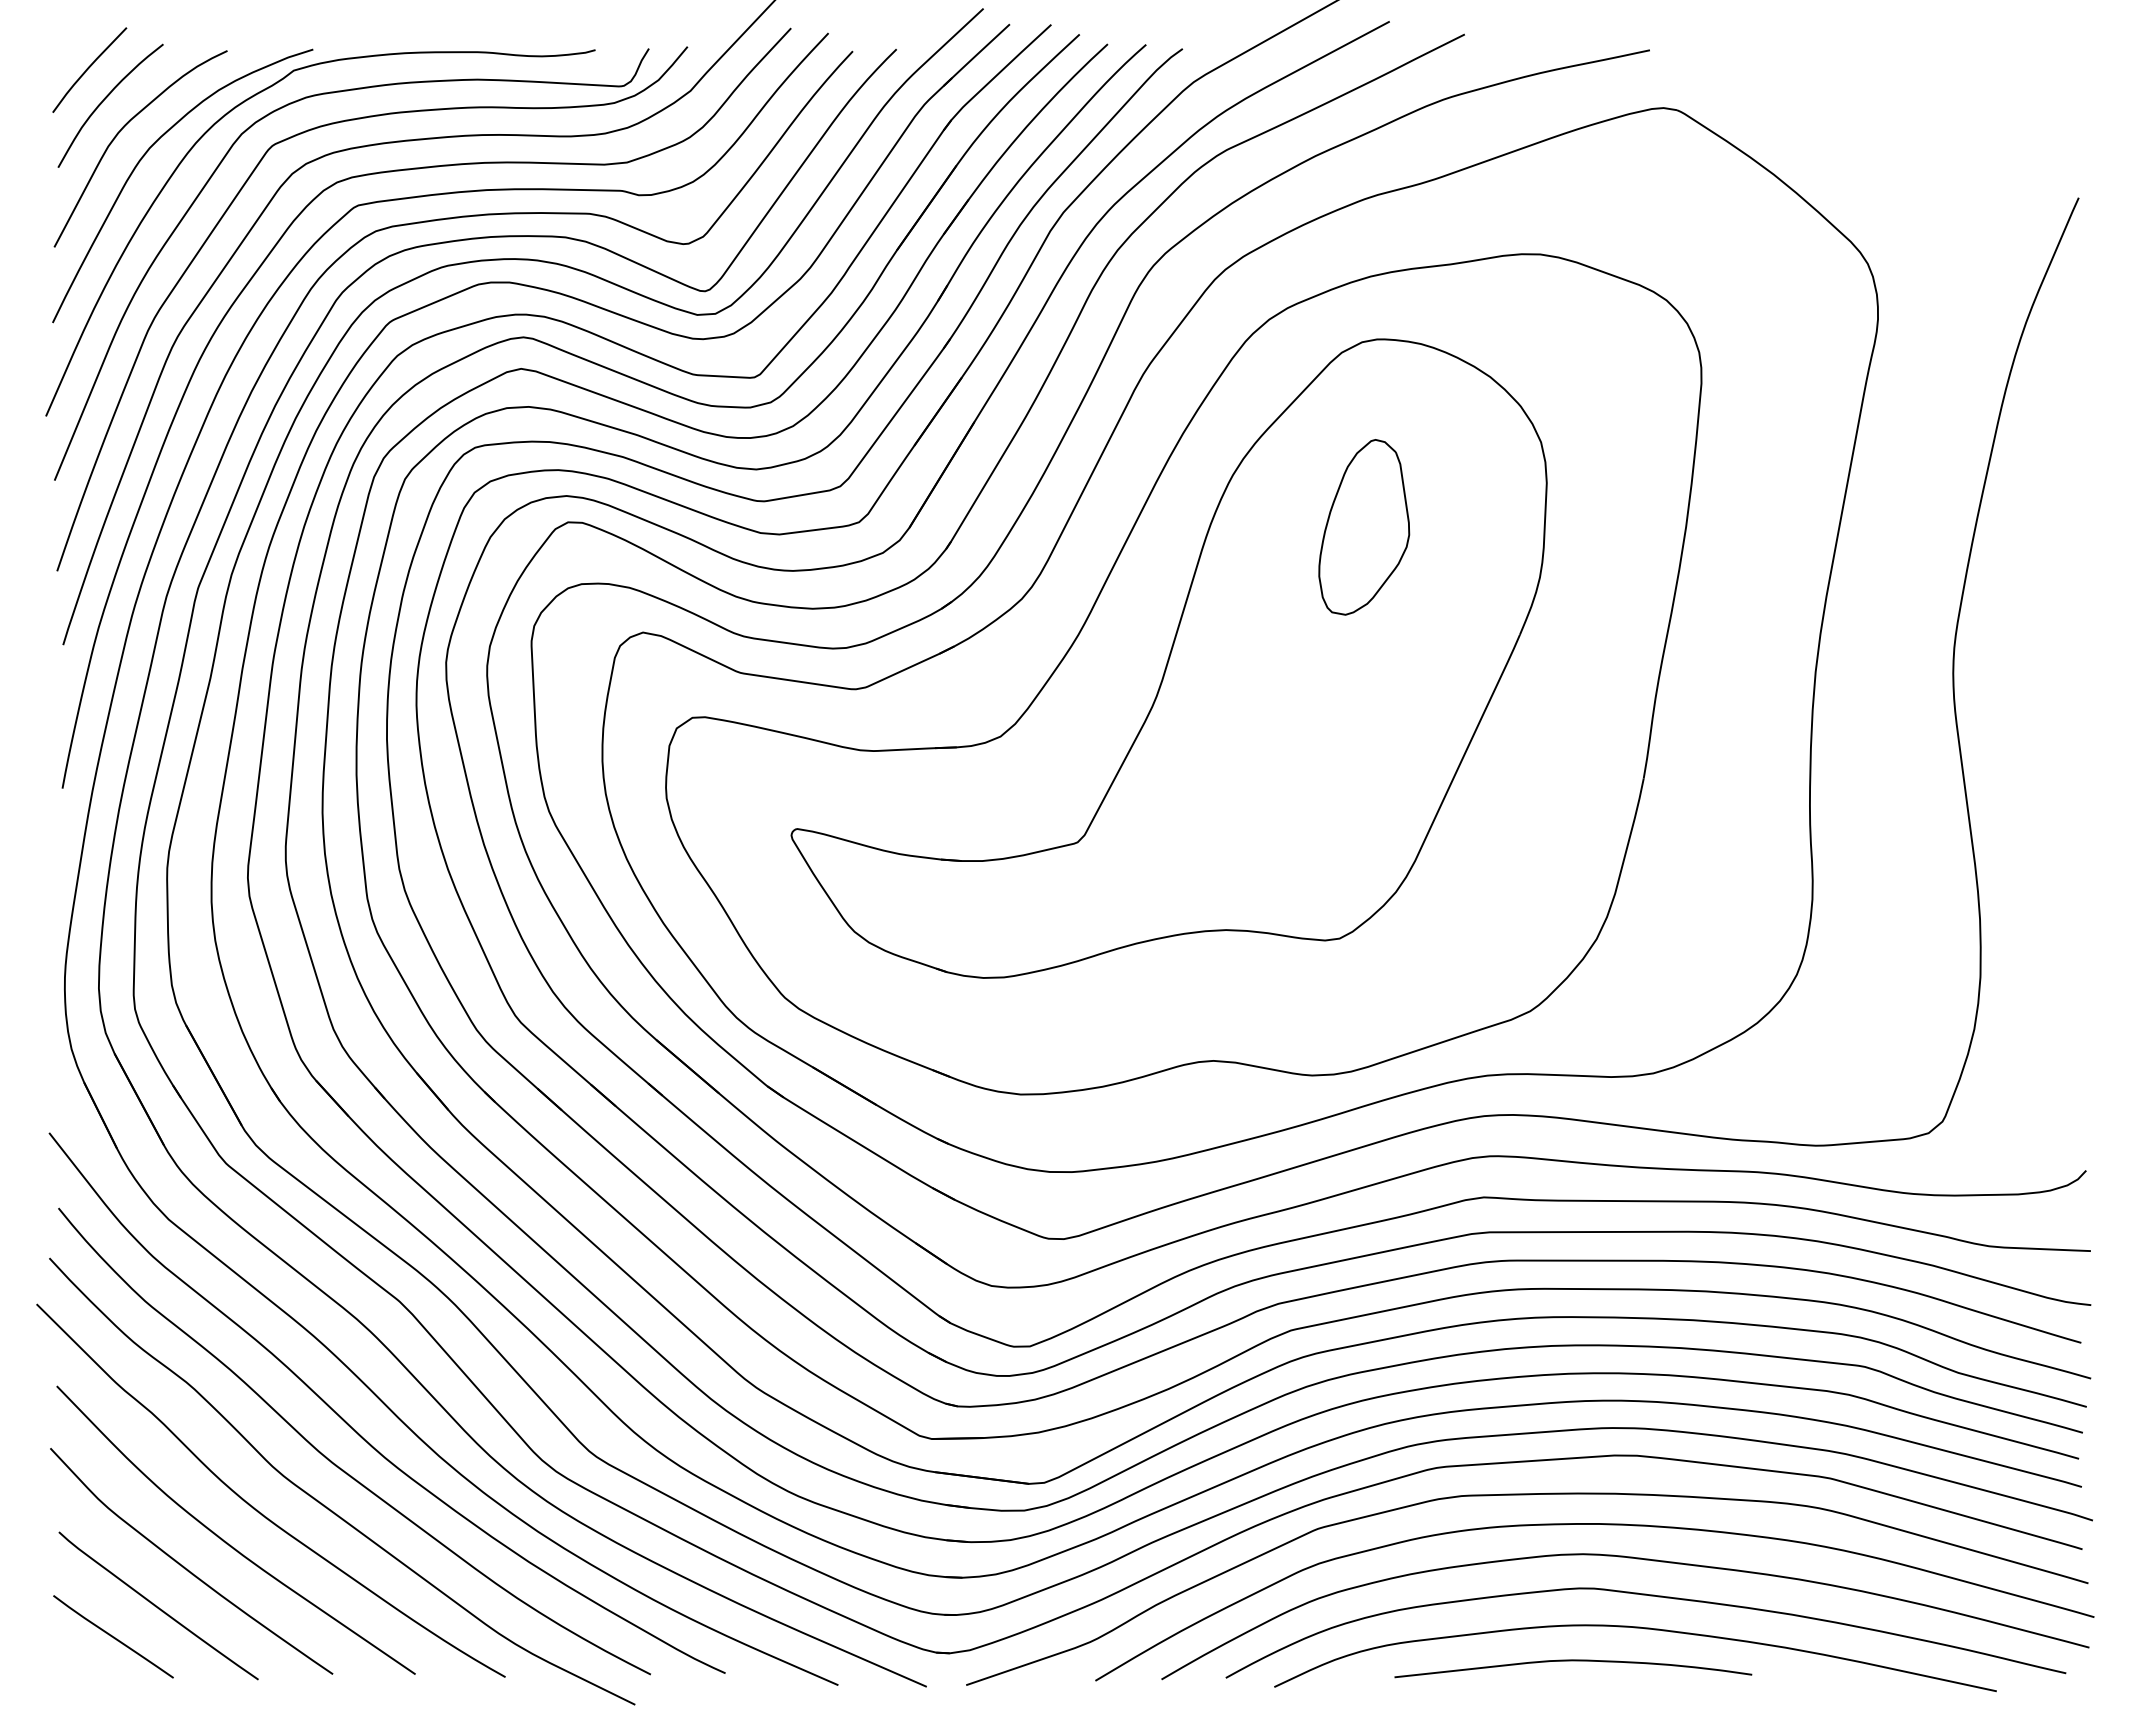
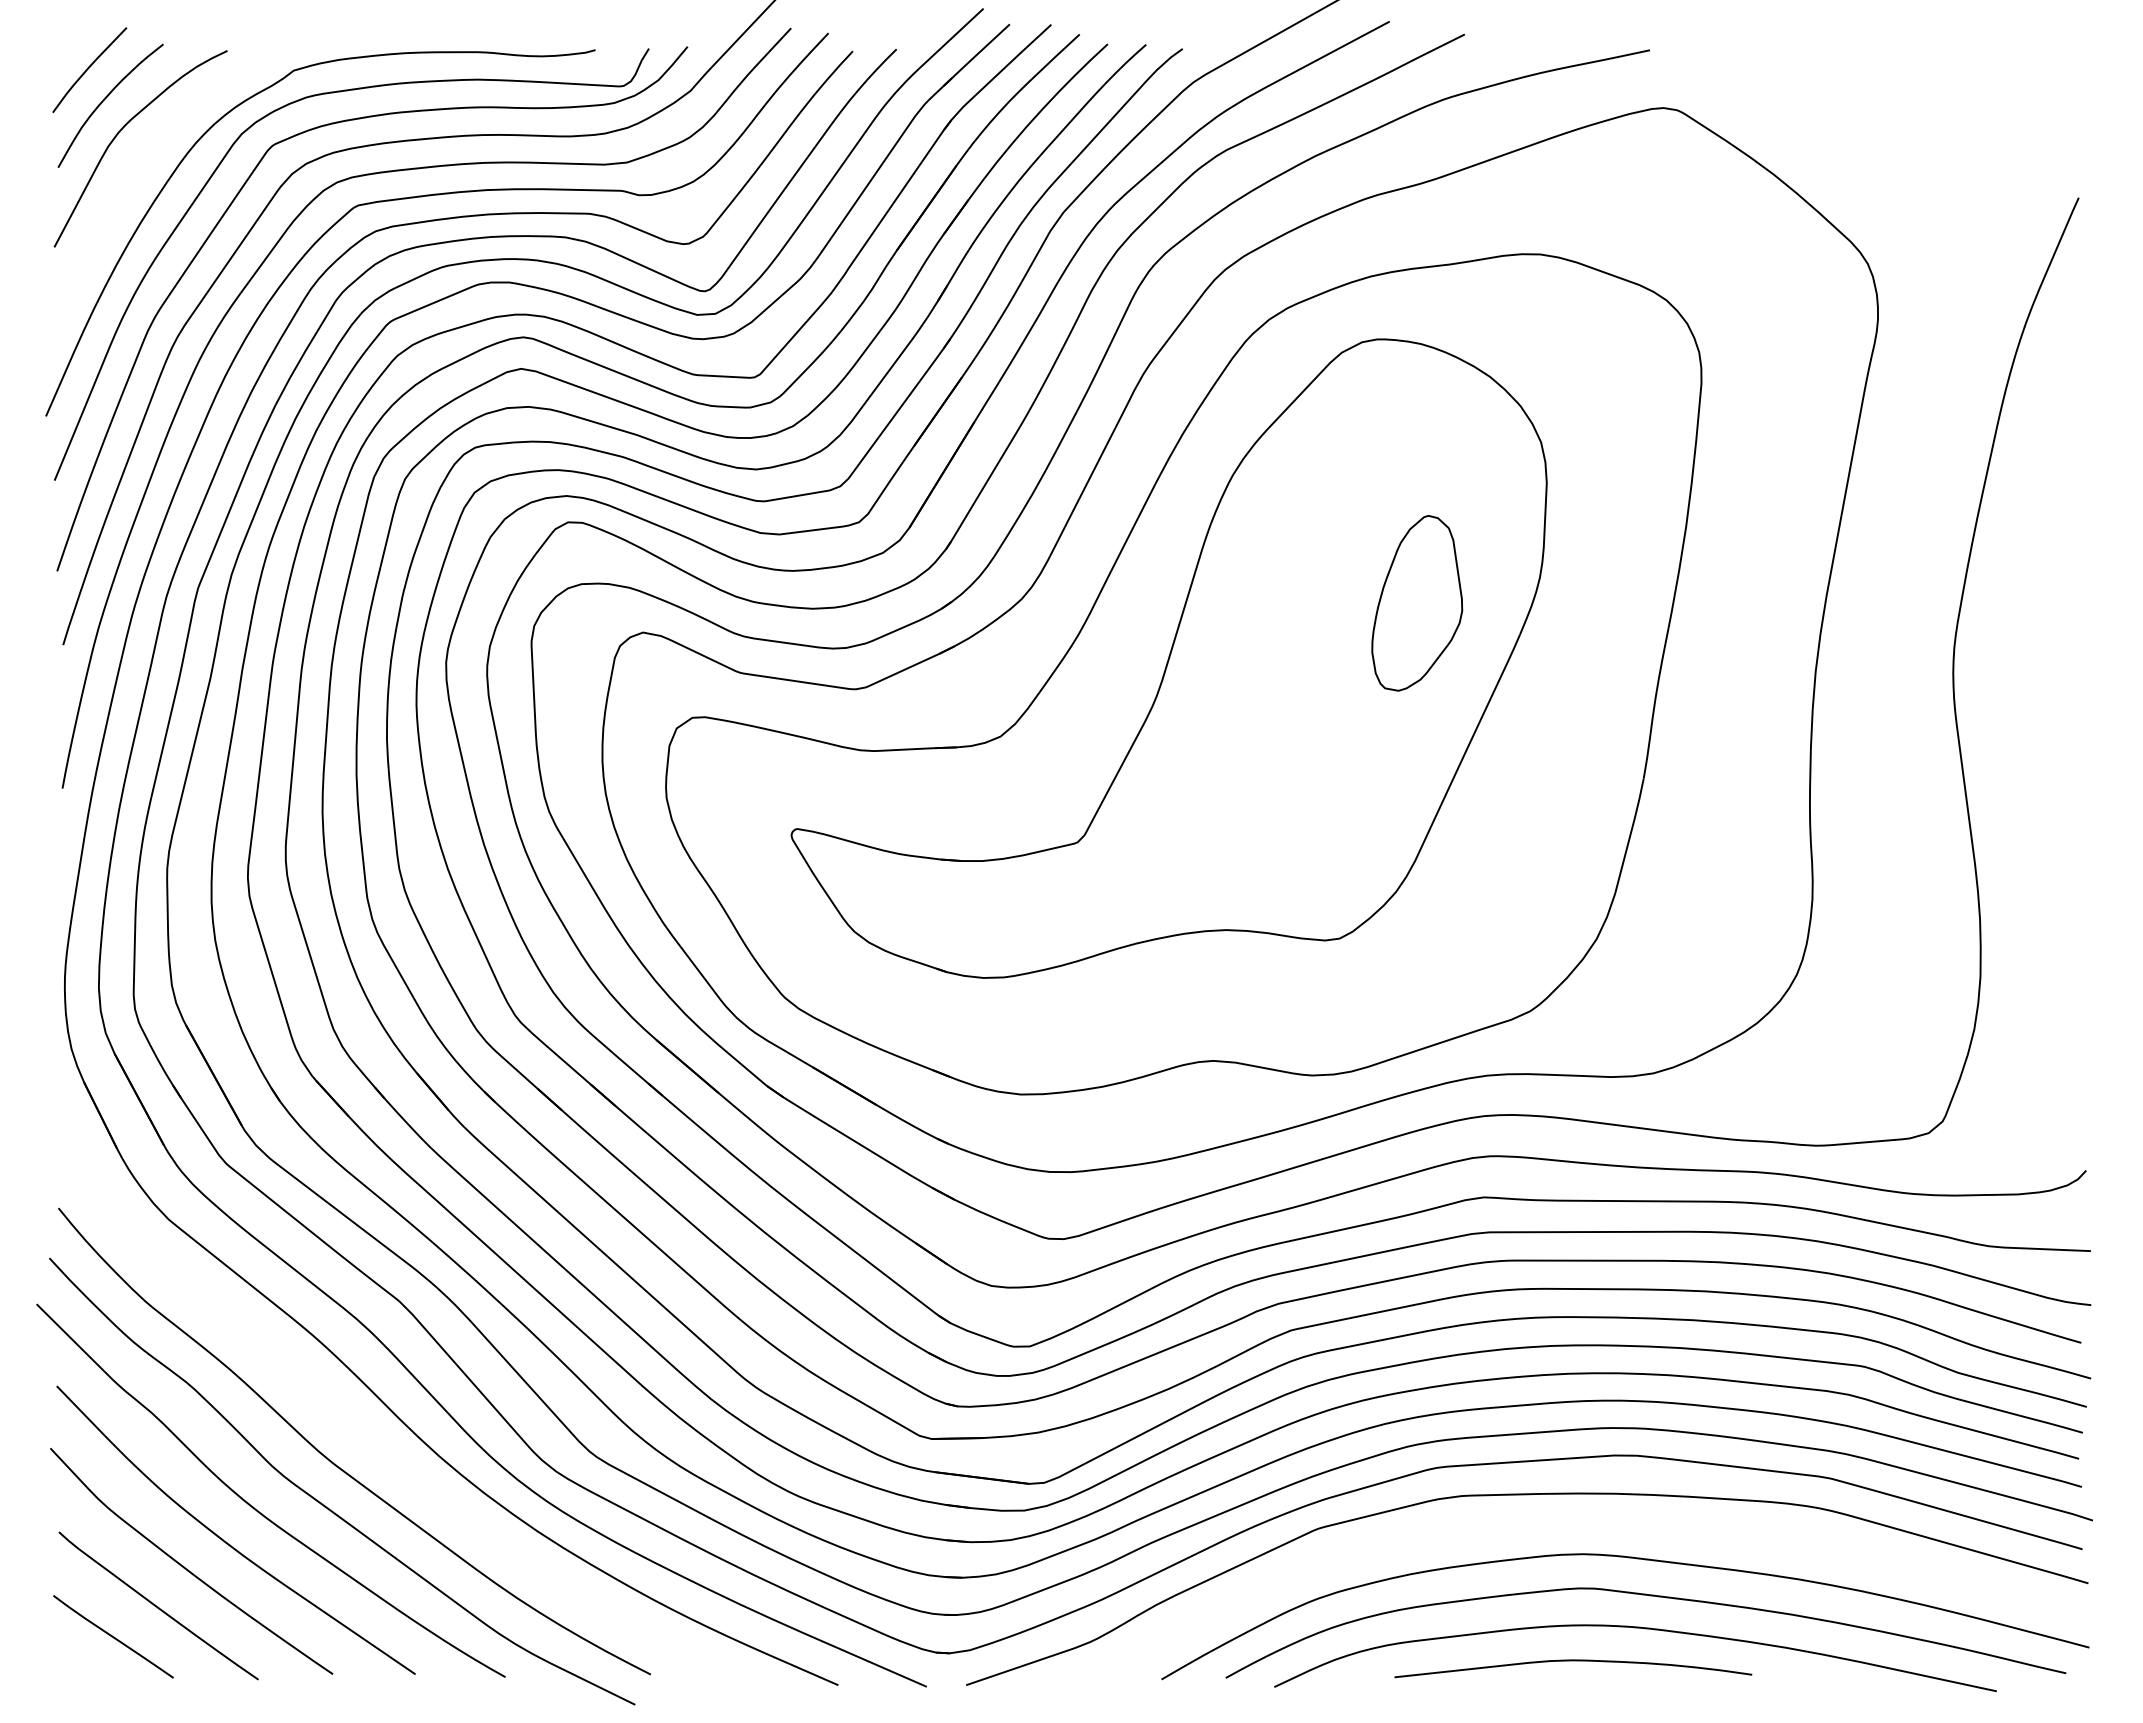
curve at (145, 155): present -> none
part at (1364, 527) position: (1364, 527) -> (1417, 603)
curve at (357, 1431): present -> none
curve at (1606, 1525): present -> none
